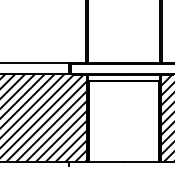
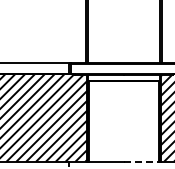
line at (142, 161): solid -> dashed
